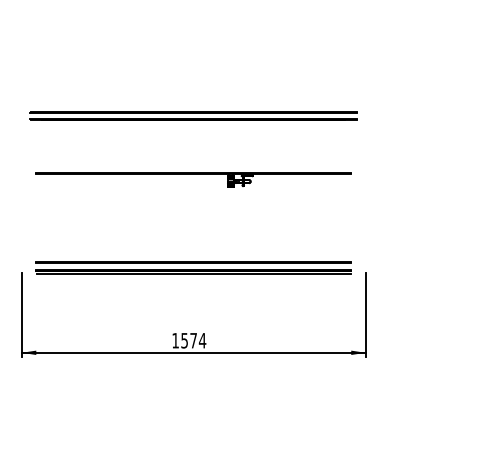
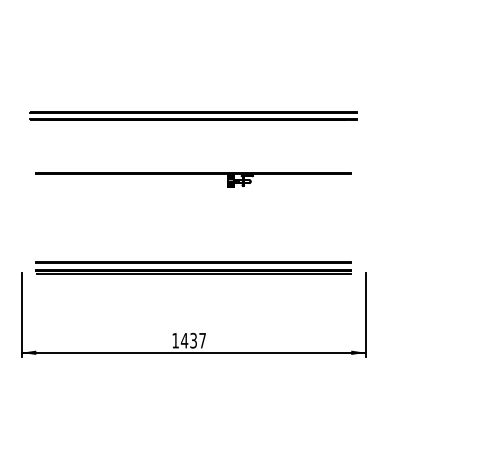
text at (193, 340): 1574 -> 1437
